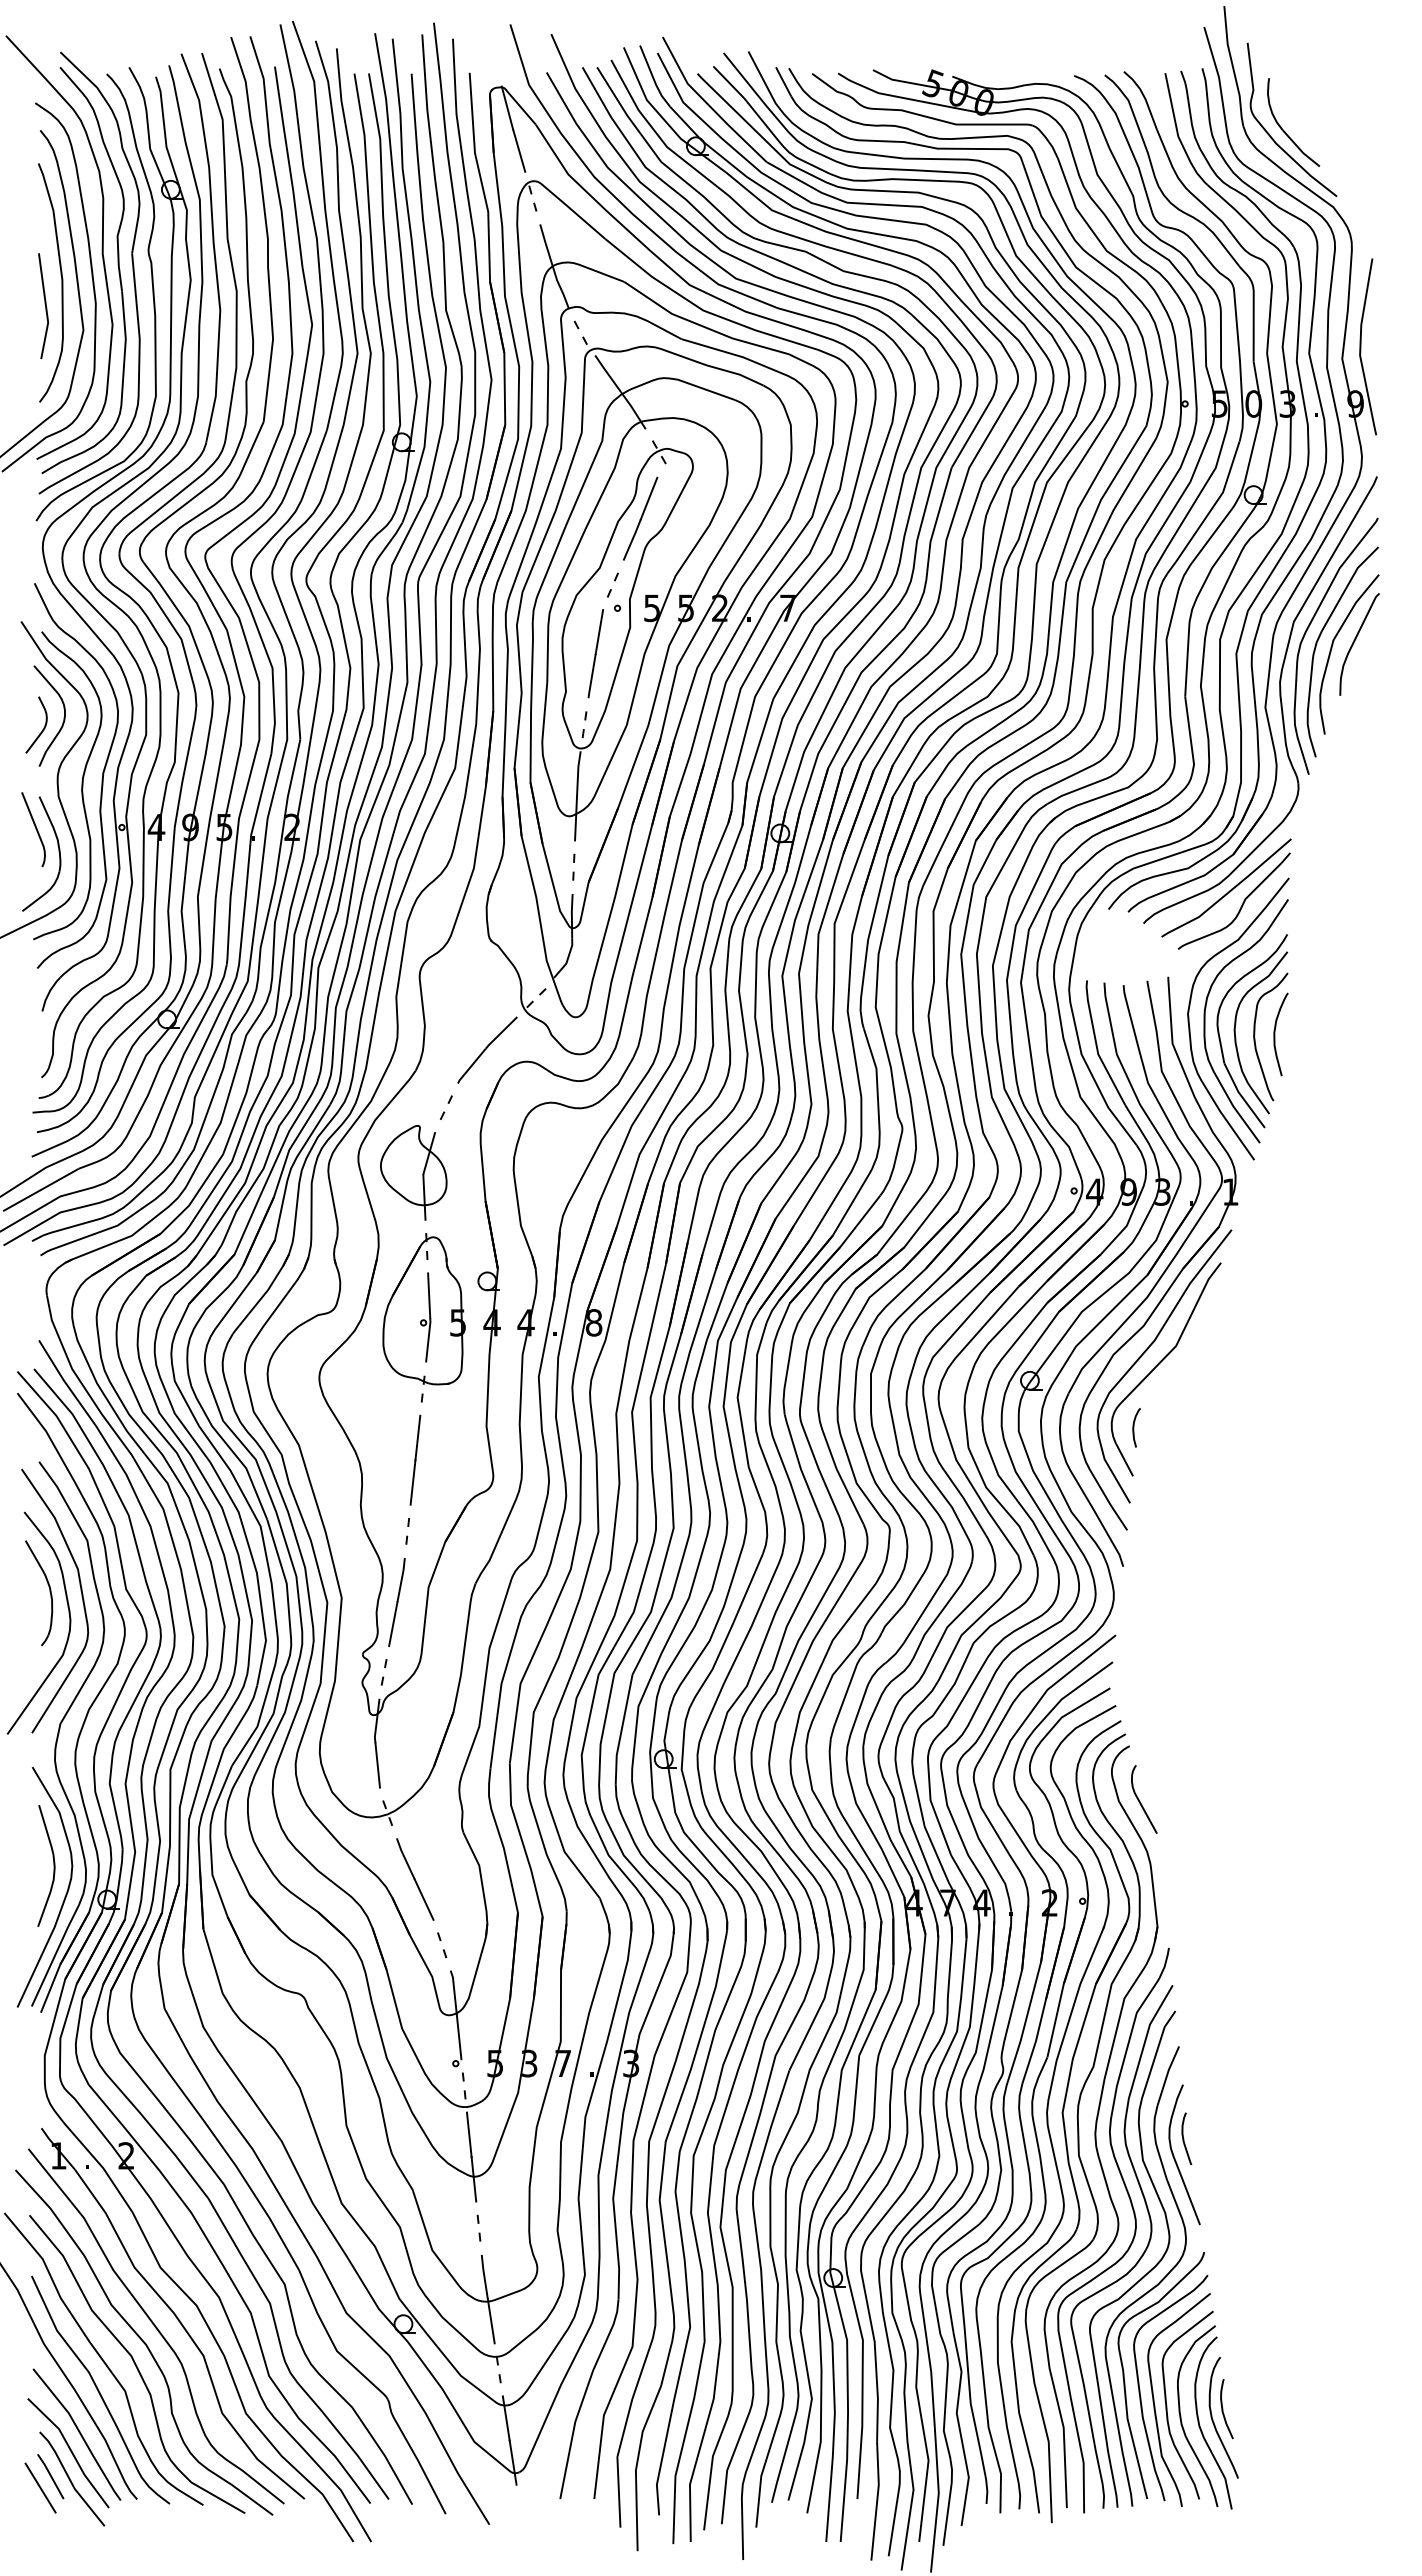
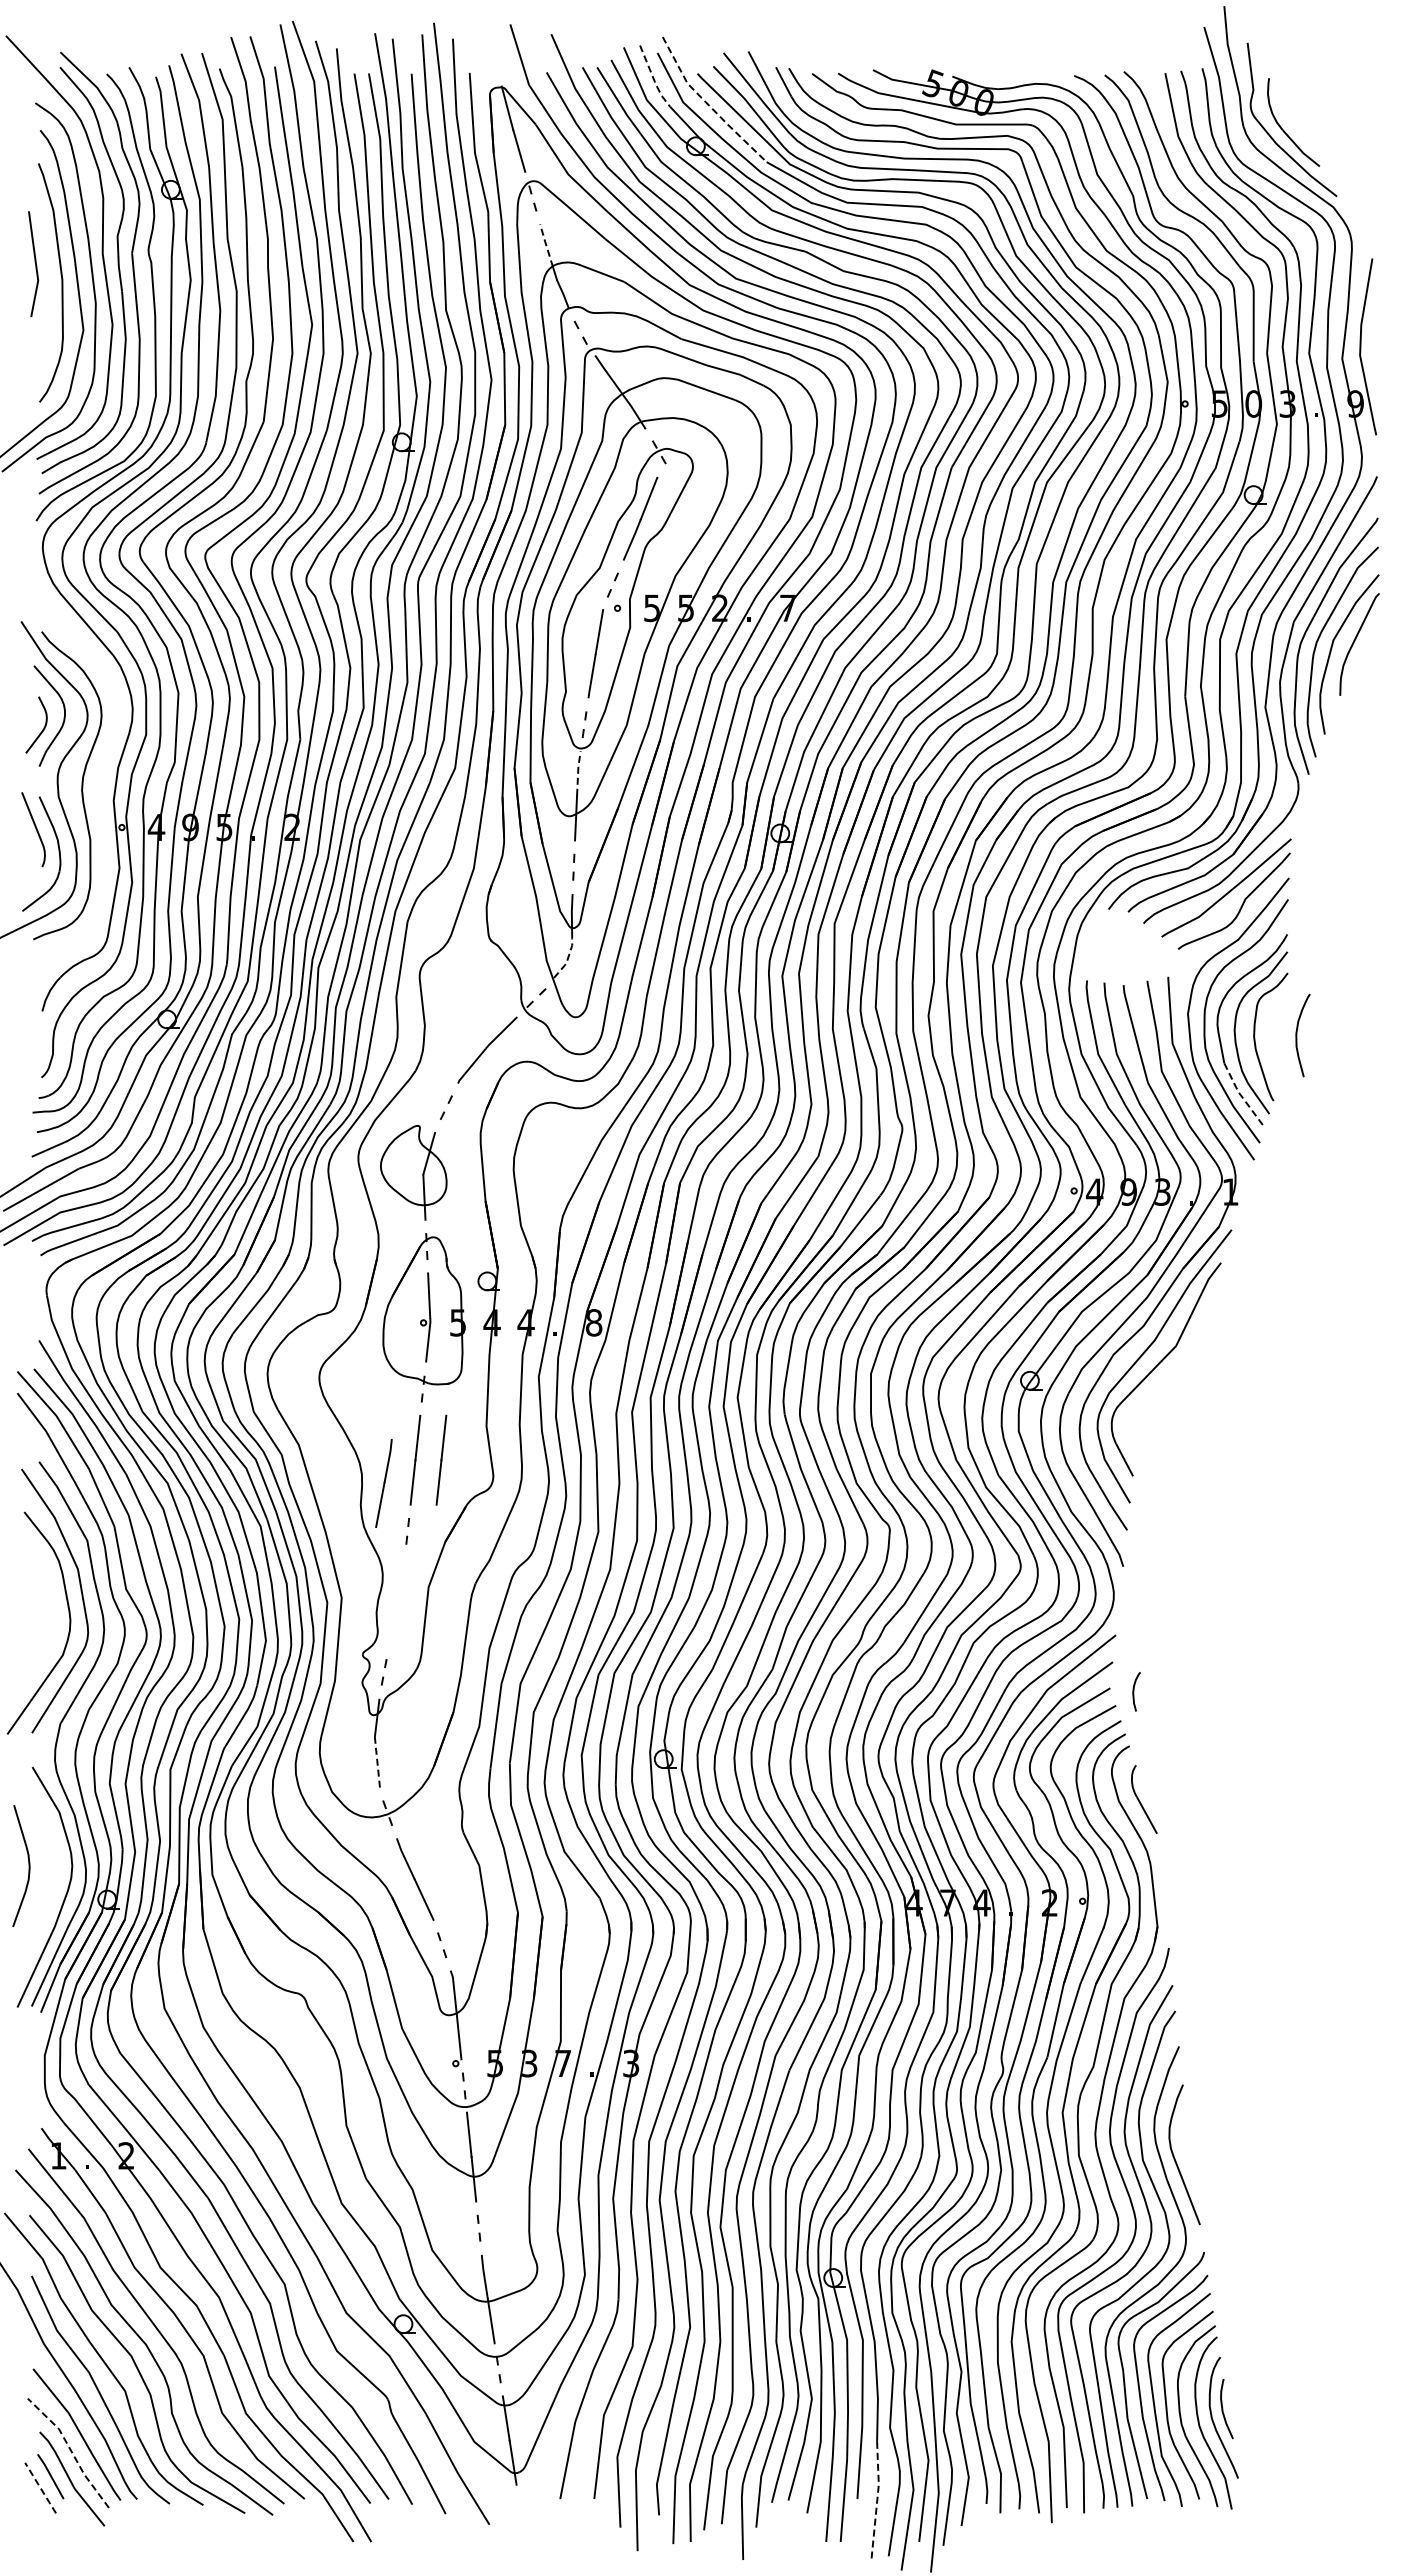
line at (653, 78): solid -> dashed
line at (708, 104): solid -> dashed
line at (546, 244): solid -> dashed
line at (45, 306) position: (45, 306) -> (35, 264)
line at (578, 772): solid -> dashed
curve at (101, 779): present -> none
line at (567, 959): solid -> dashed
curve at (1275, 1034) position: (1275, 1034) -> (1297, 1035)
line at (1242, 1096): solid -> dashed
curve at (1134, 1427) position: (1134, 1427) -> (1134, 1691)
line at (441, 1459): none -> present
part at (49, 1592): present -> none
line at (396, 1602) position: (396, 1602) -> (383, 1483)
line at (377, 1764): solid -> dashed
curve at (53, 1865) position: (53, 1865) -> (28, 1865)
curve at (1184, 2138): present -> none
line at (71, 2450): solid -> dashed
line at (40, 2488): solid -> dashed
line at (877, 2501): solid -> dashed
